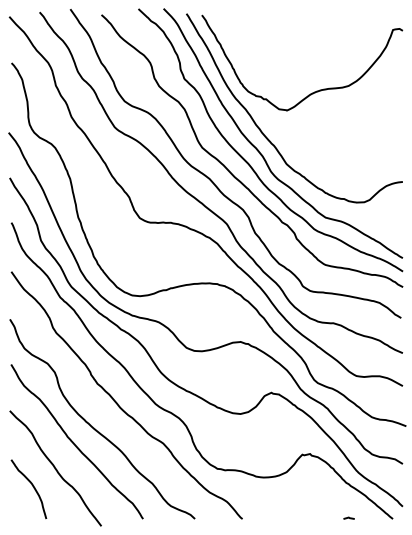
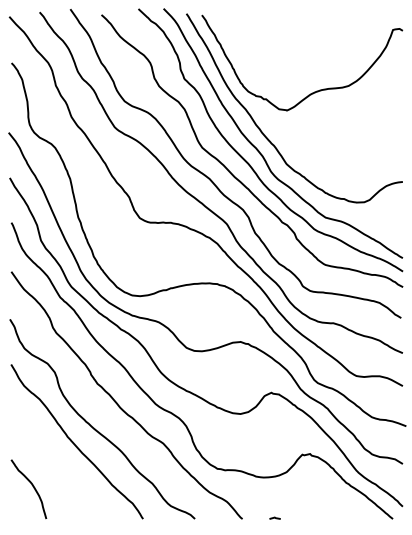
curve at (55, 468): present -> none
line at (348, 517) position: (348, 517) -> (274, 517)
